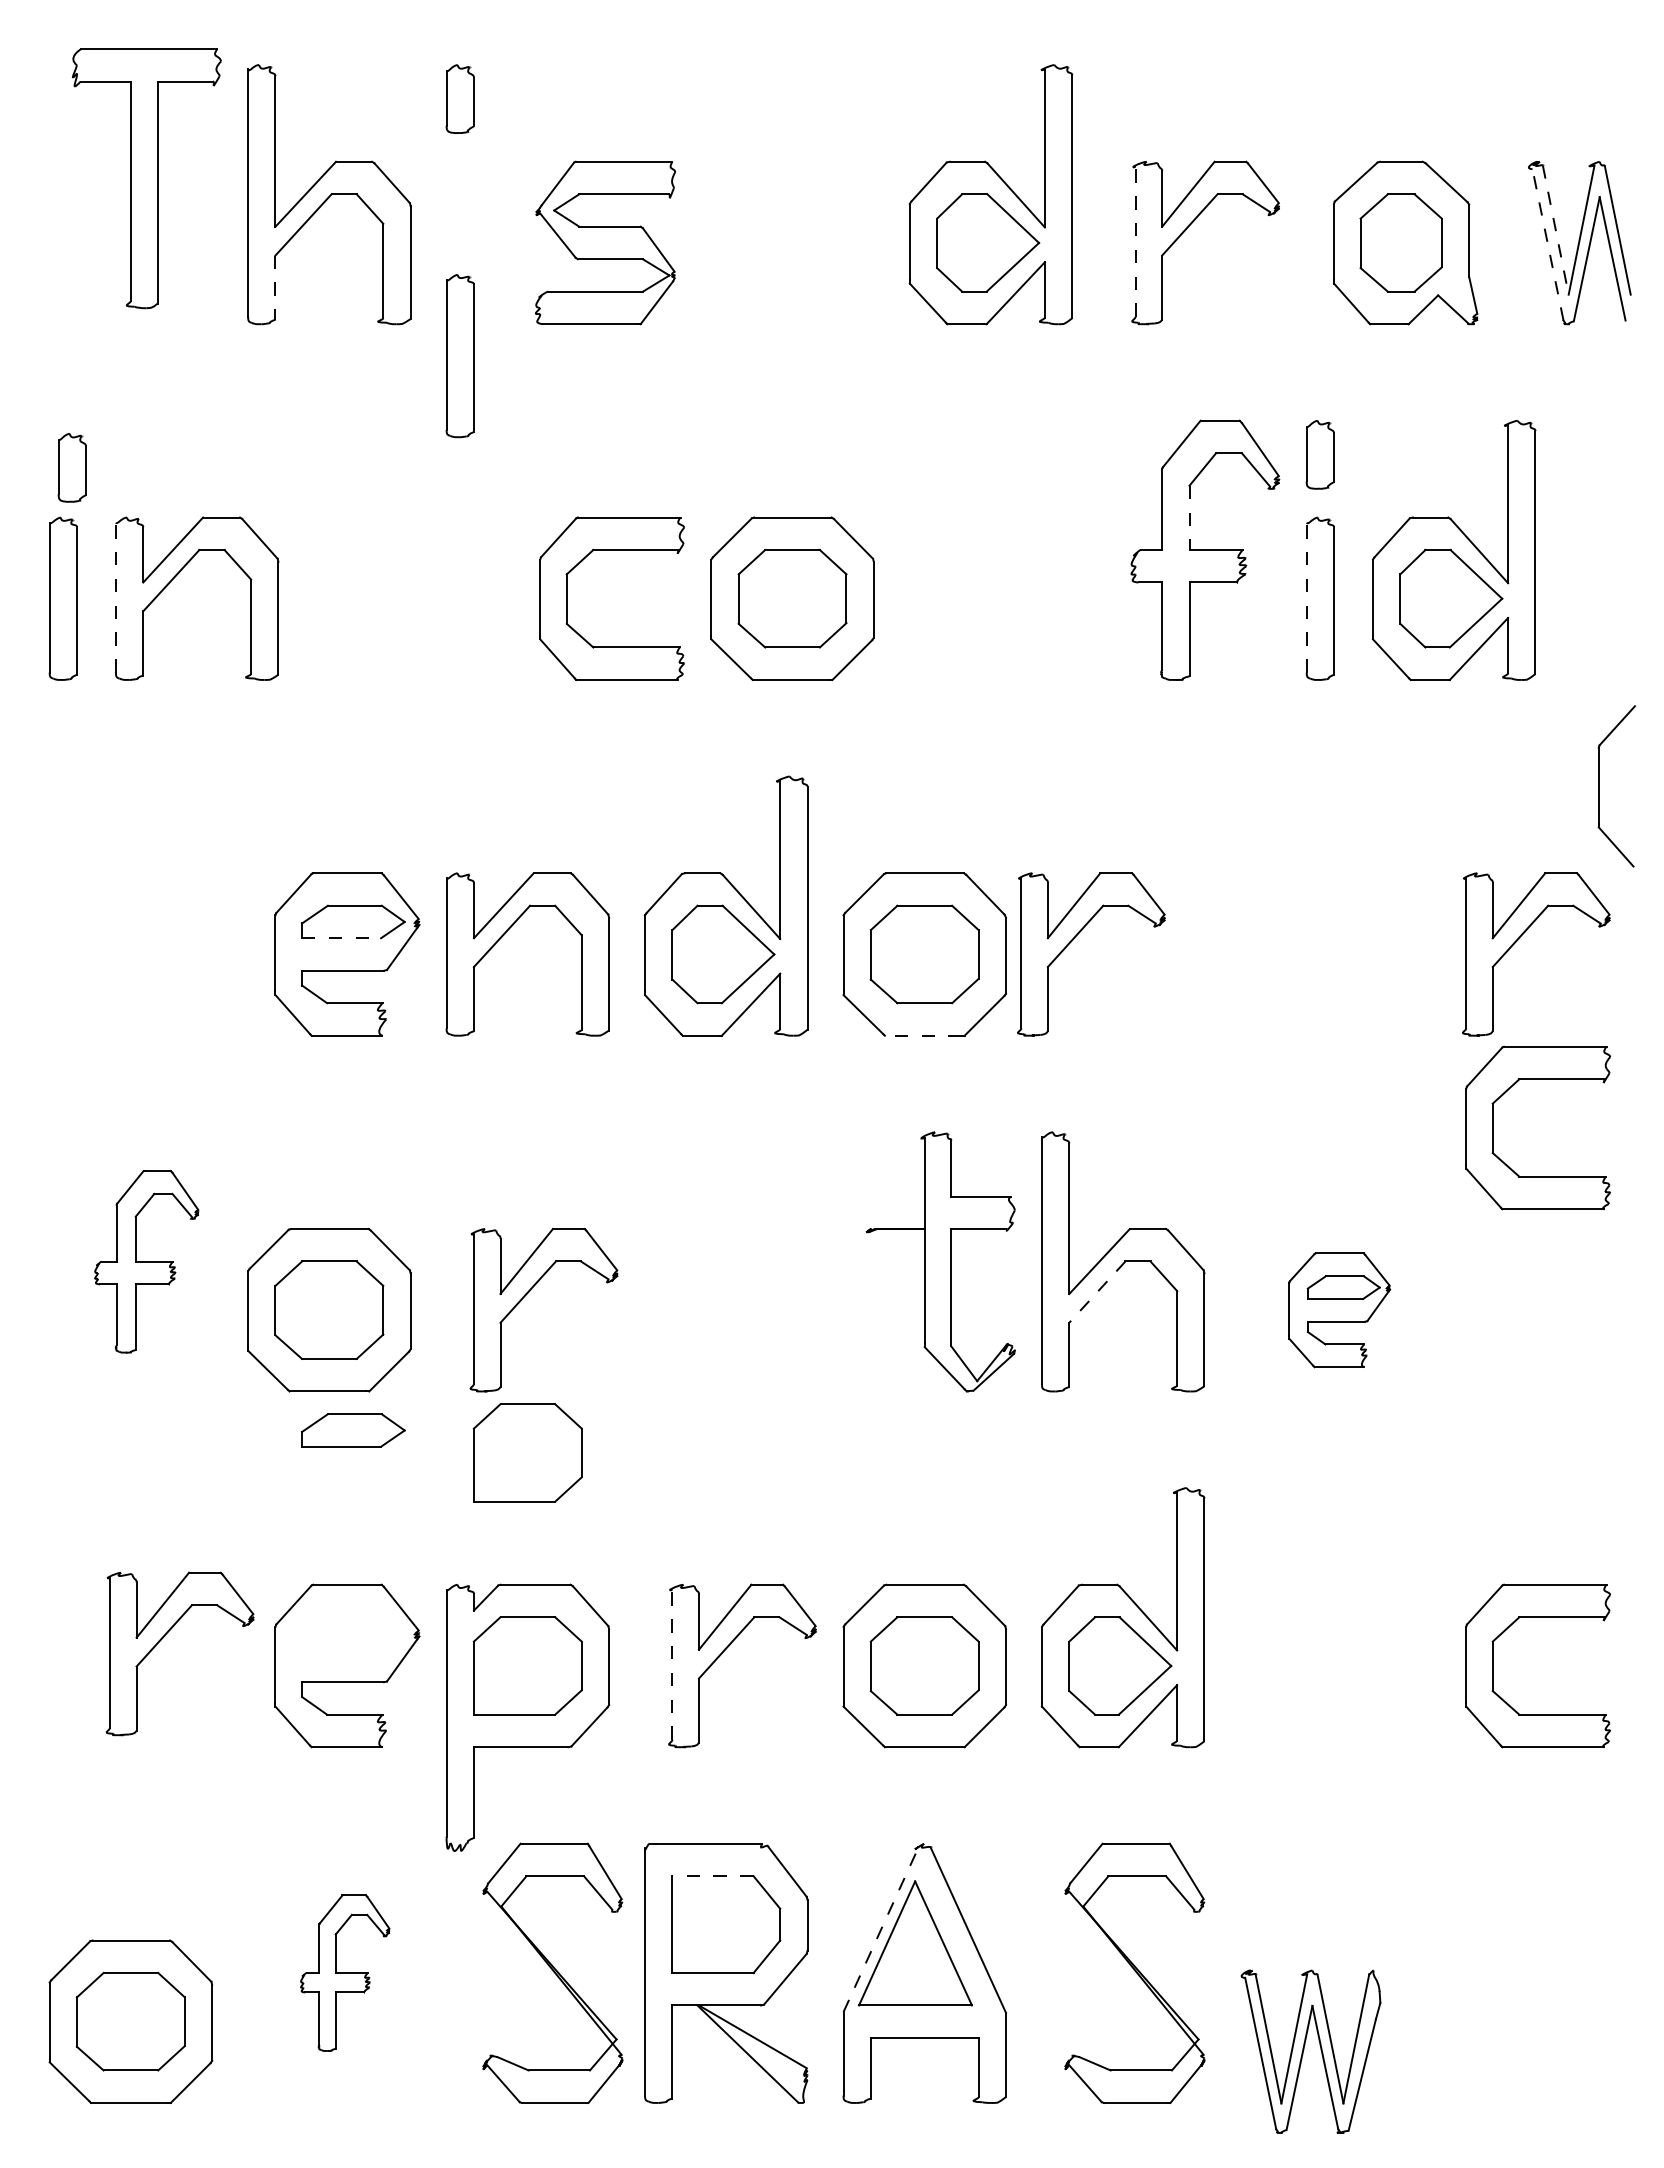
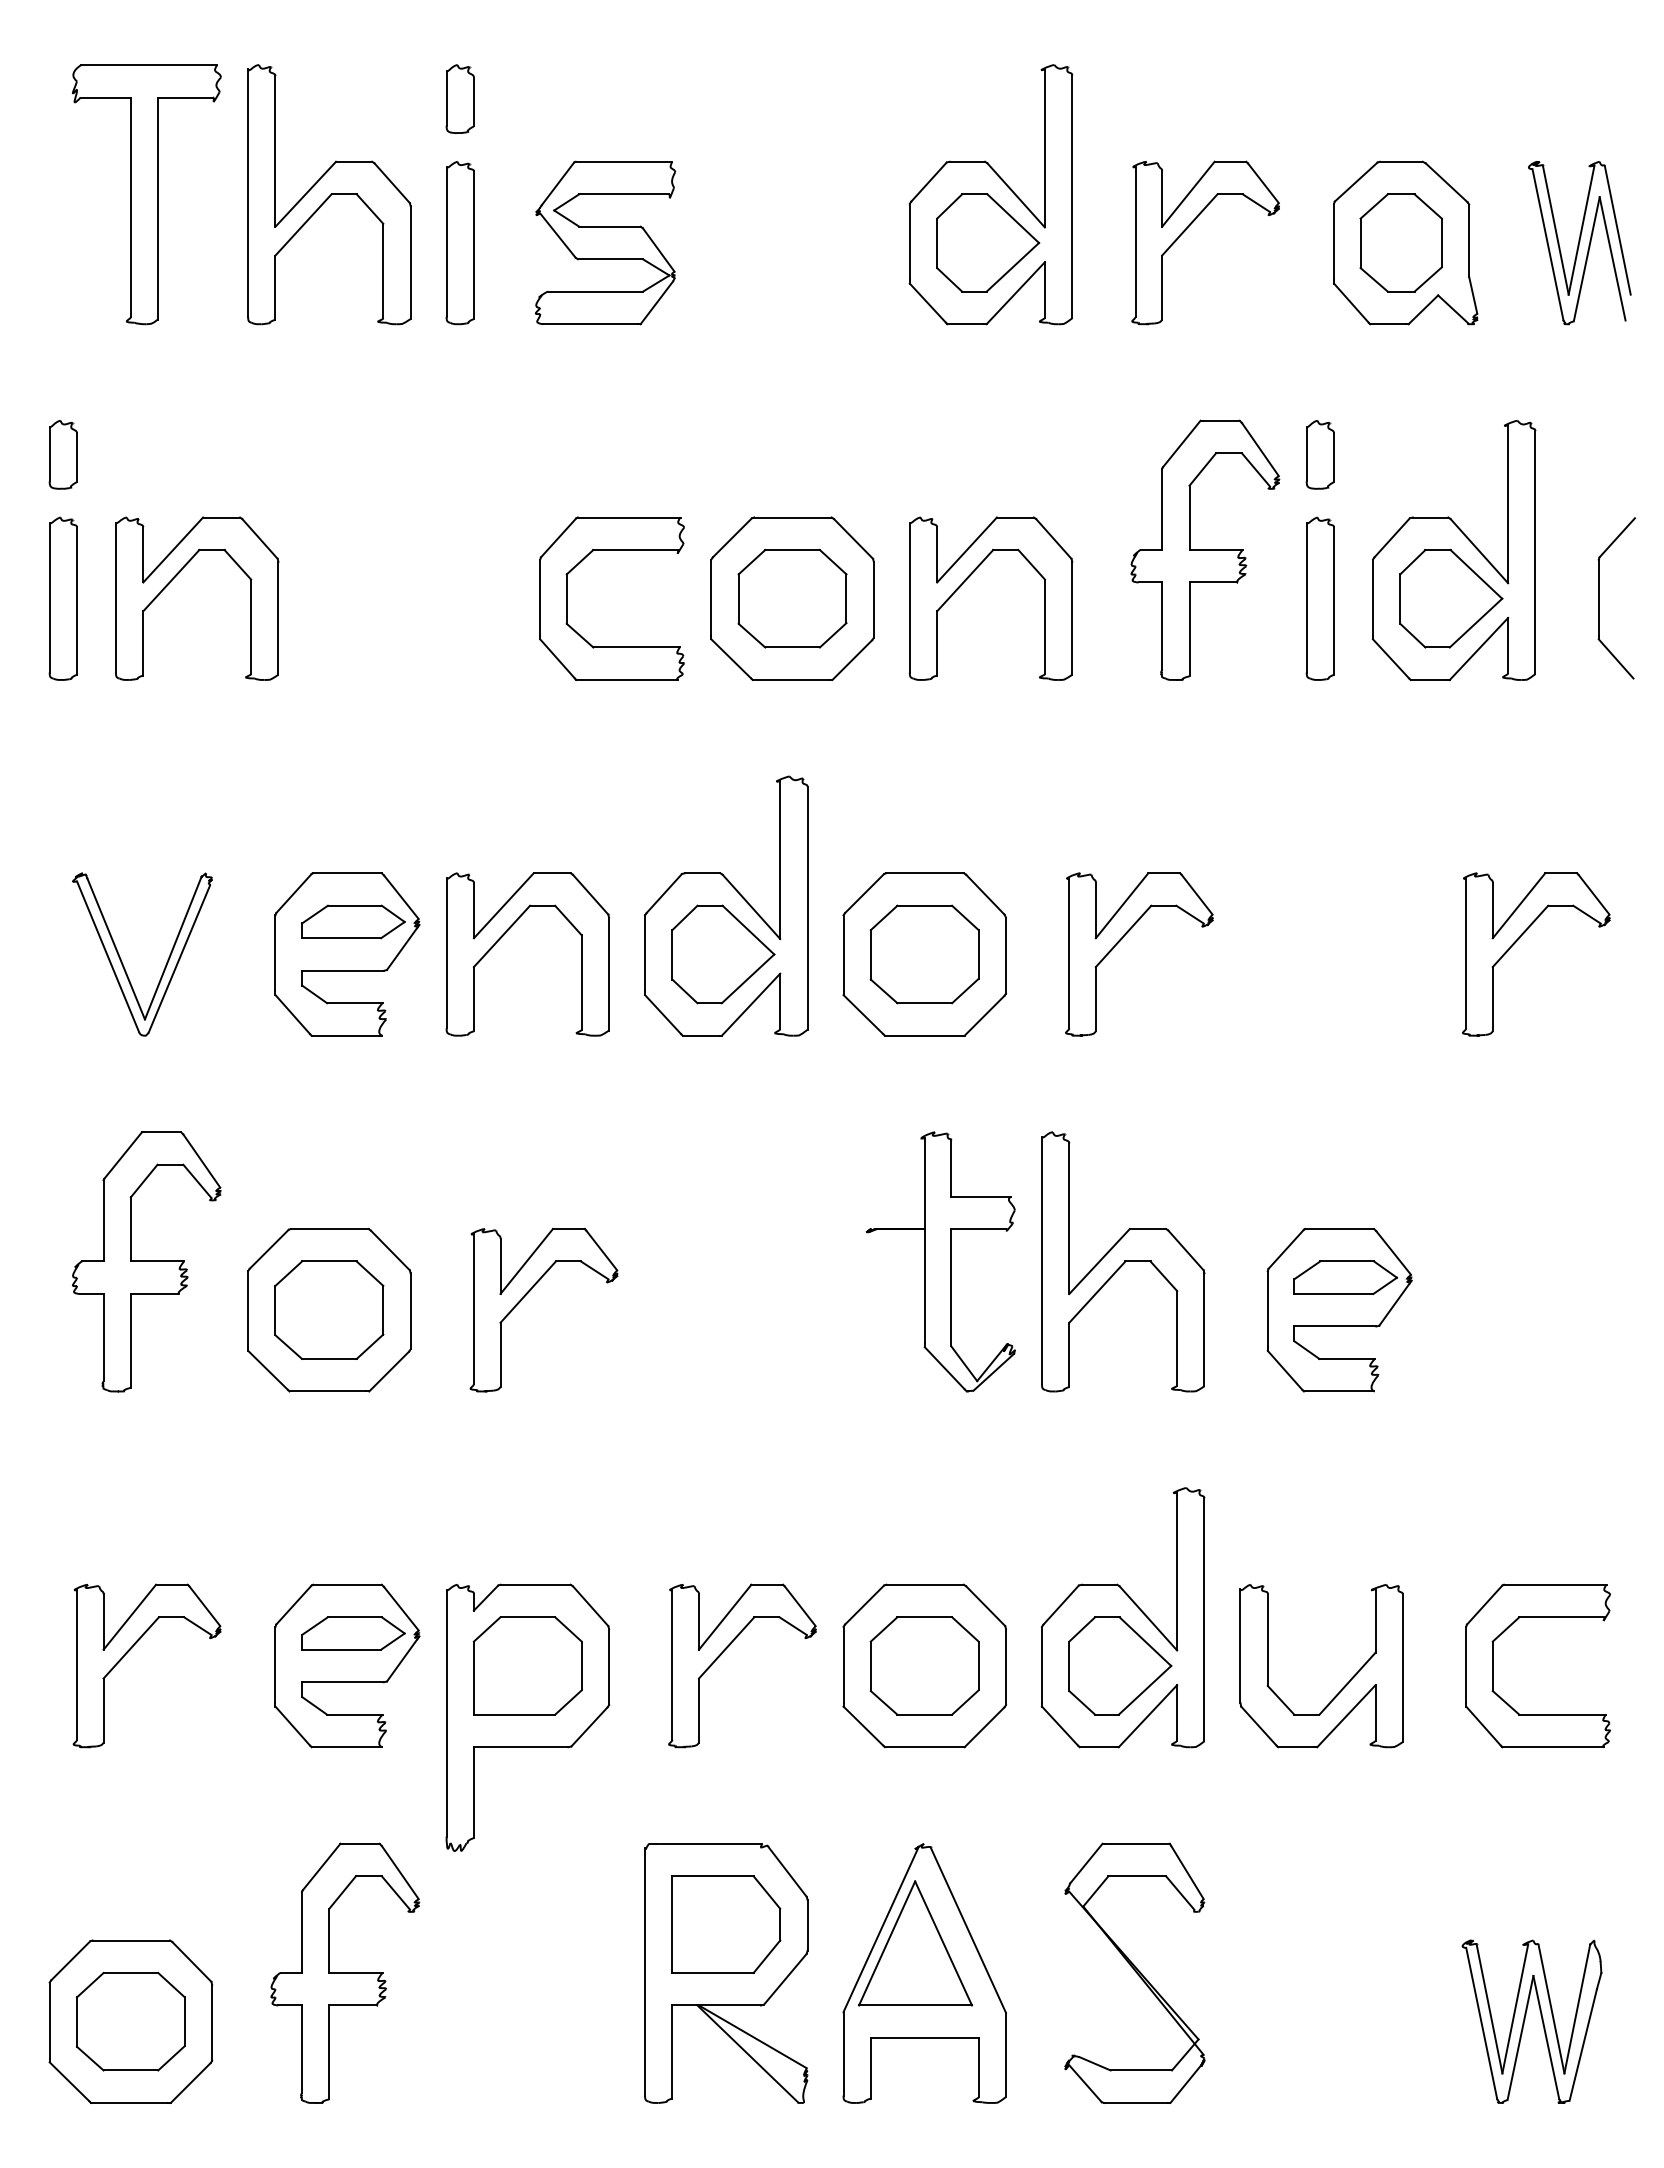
part at (146, 178) position: (146, 178) -> (146, 194)
line at (1555, 230): dashed -> solid
line at (1135, 241): dashed -> solid
line at (1547, 244): dashed -> solid
line at (275, 288): dashed -> solid
part at (459, 356) position: (459, 356) -> (459, 243)
part at (71, 467) position: (71, 467) -> (62, 454)
line at (1189, 518): dashed -> solid
part at (969, 577): none -> present
line at (115, 597): dashed -> solid
line at (1306, 597): dashed -> solid
part at (1599, 786) position: (1599, 786) -> (1599, 598)
line at (341, 938): dashed -> solid
part at (1074, 939) position: (1074, 939) -> (1122, 939)
part at (123, 963): none -> present
line at (922, 1035): dashed -> solid
part at (1493, 1127): present -> none
part at (146, 1261) size: 106x184 px -> 150x262 px
line at (1097, 1292): dashed -> solid
part at (1339, 1310) size: 104x117 px -> 147x165 px
part at (353, 1430) position: (353, 1430) -> (353, 1633)
part at (527, 1452): present -> none
part at (164, 1637) position: (164, 1637) -> (131, 1649)
line at (672, 1664): dashed -> solid
part at (1342, 1687): none -> present
line at (713, 1876): dashed -> solid
line at (881, 1929): dashed -> solid
part at (345, 1972) size: 91x158 px -> 151x262 px
part at (552, 1972): present -> none
part at (1304, 2050) position: (1304, 2050) -> (1525, 2020)
